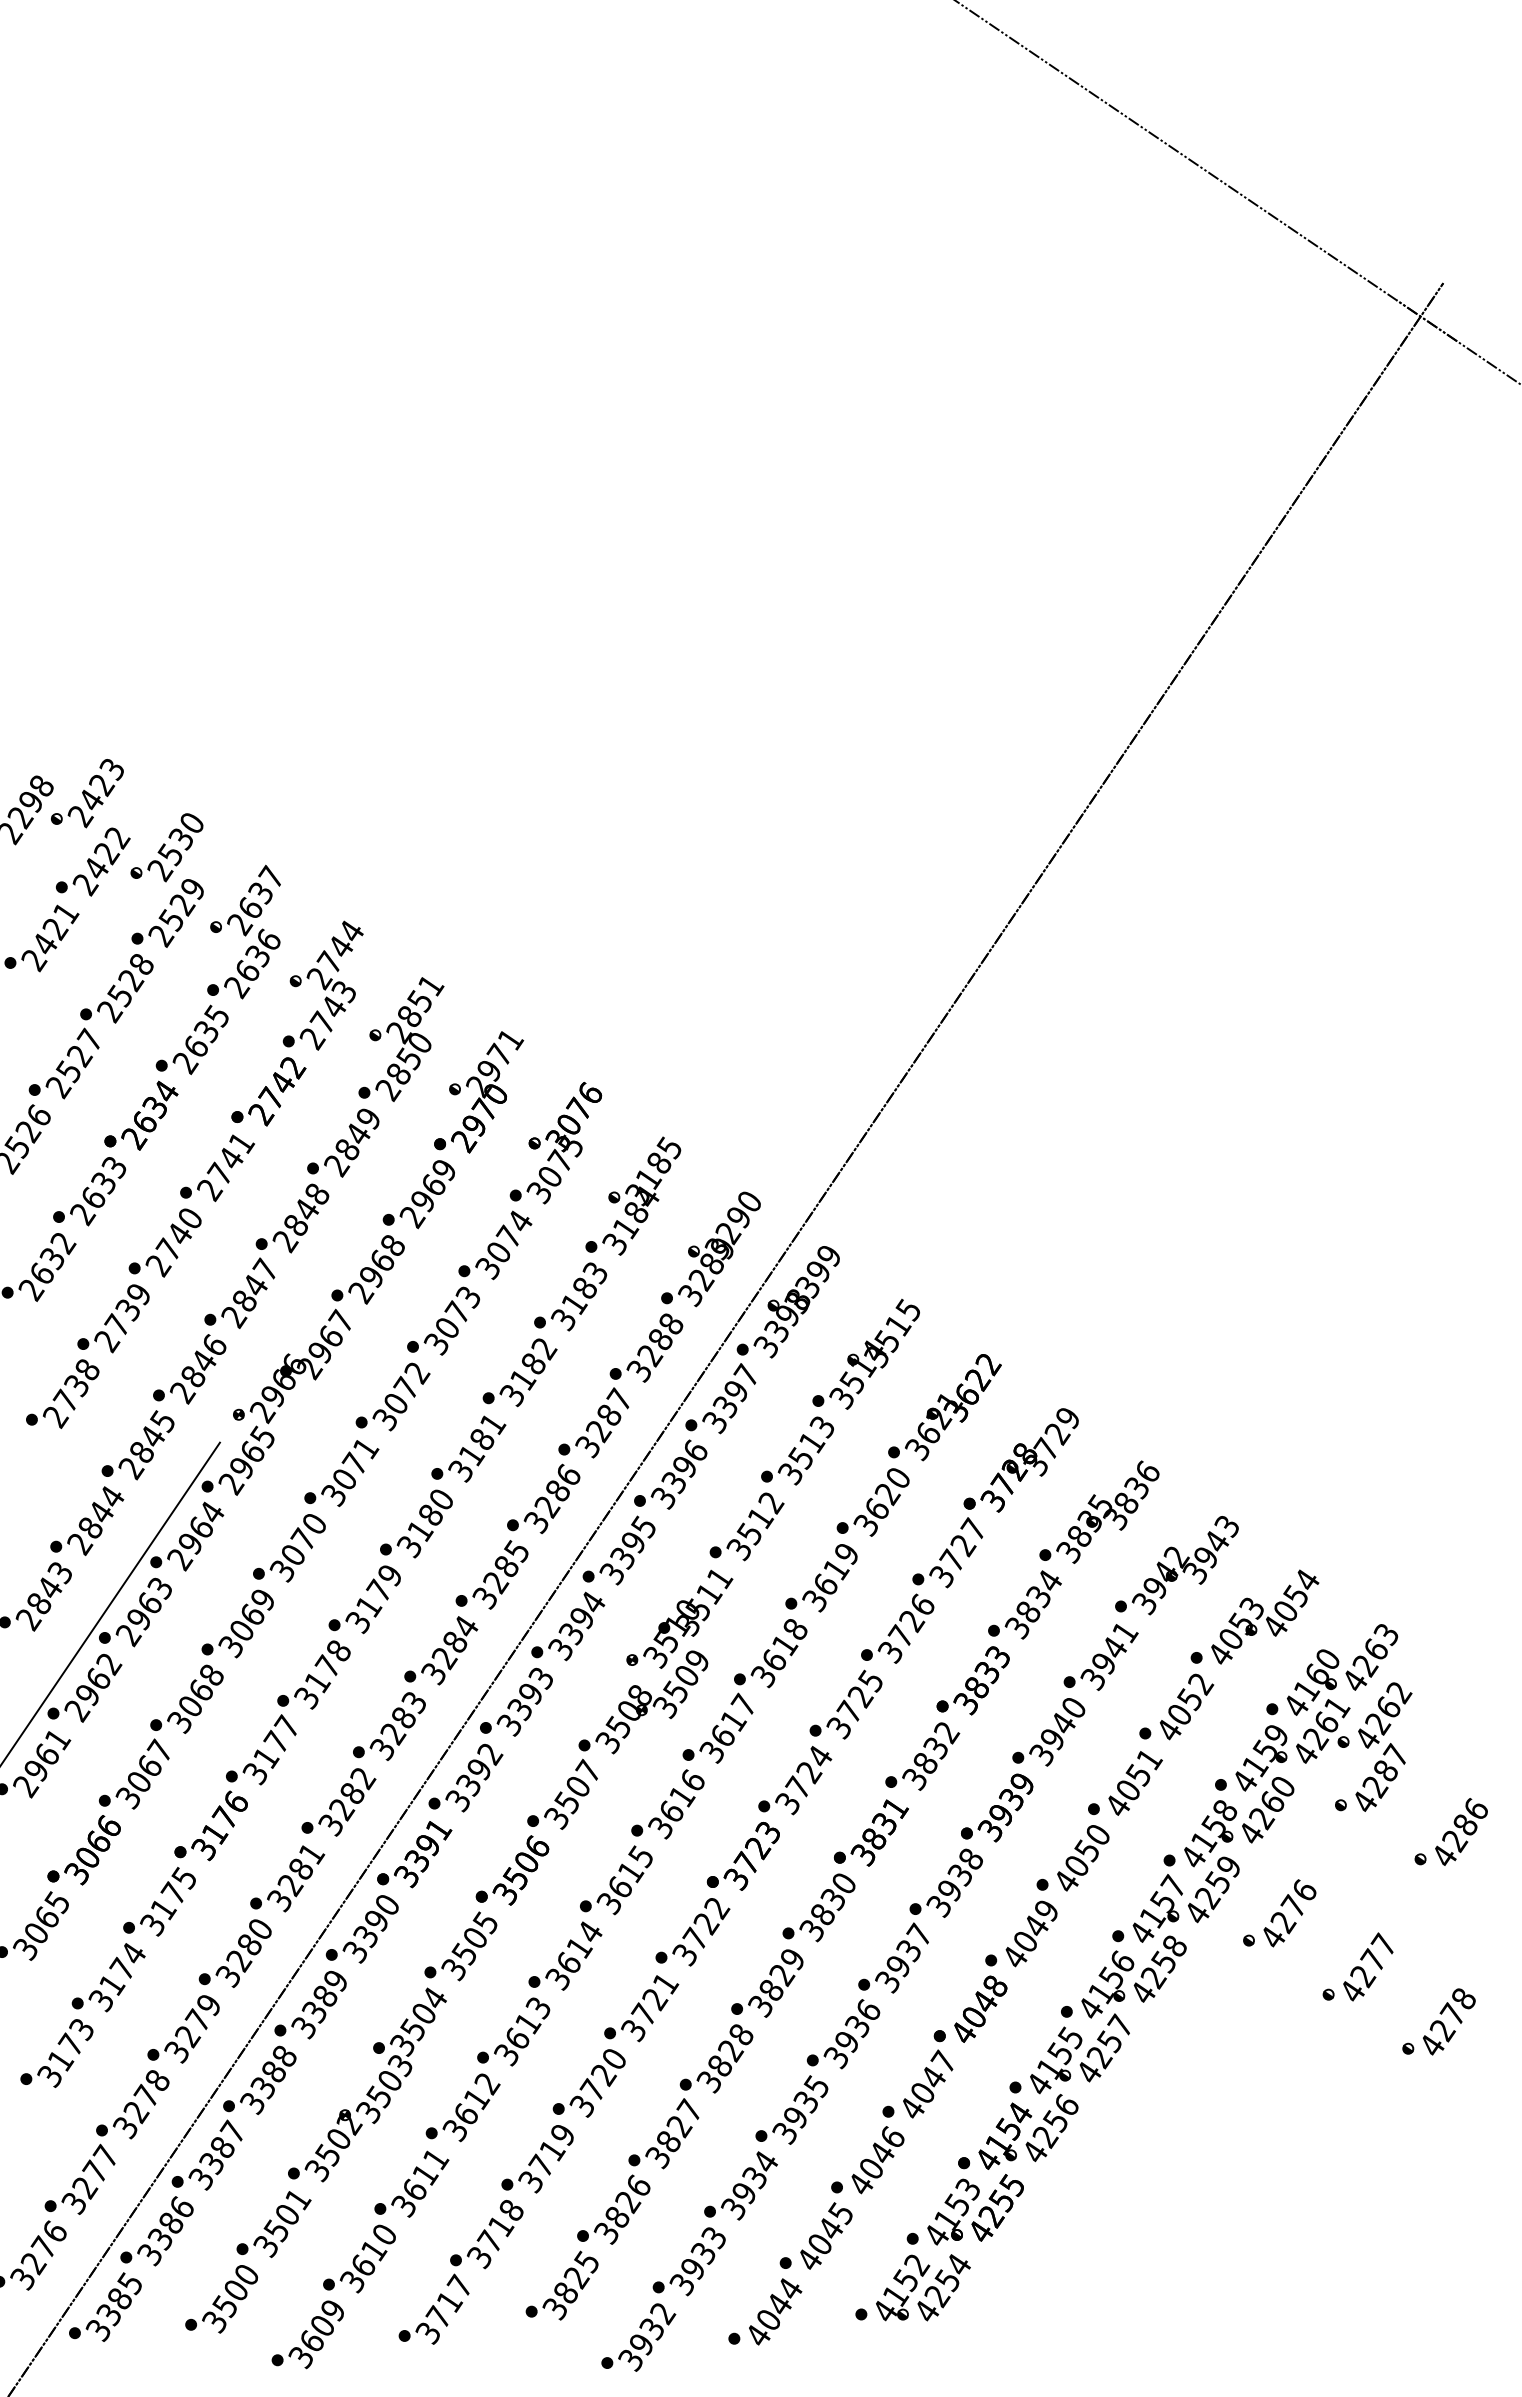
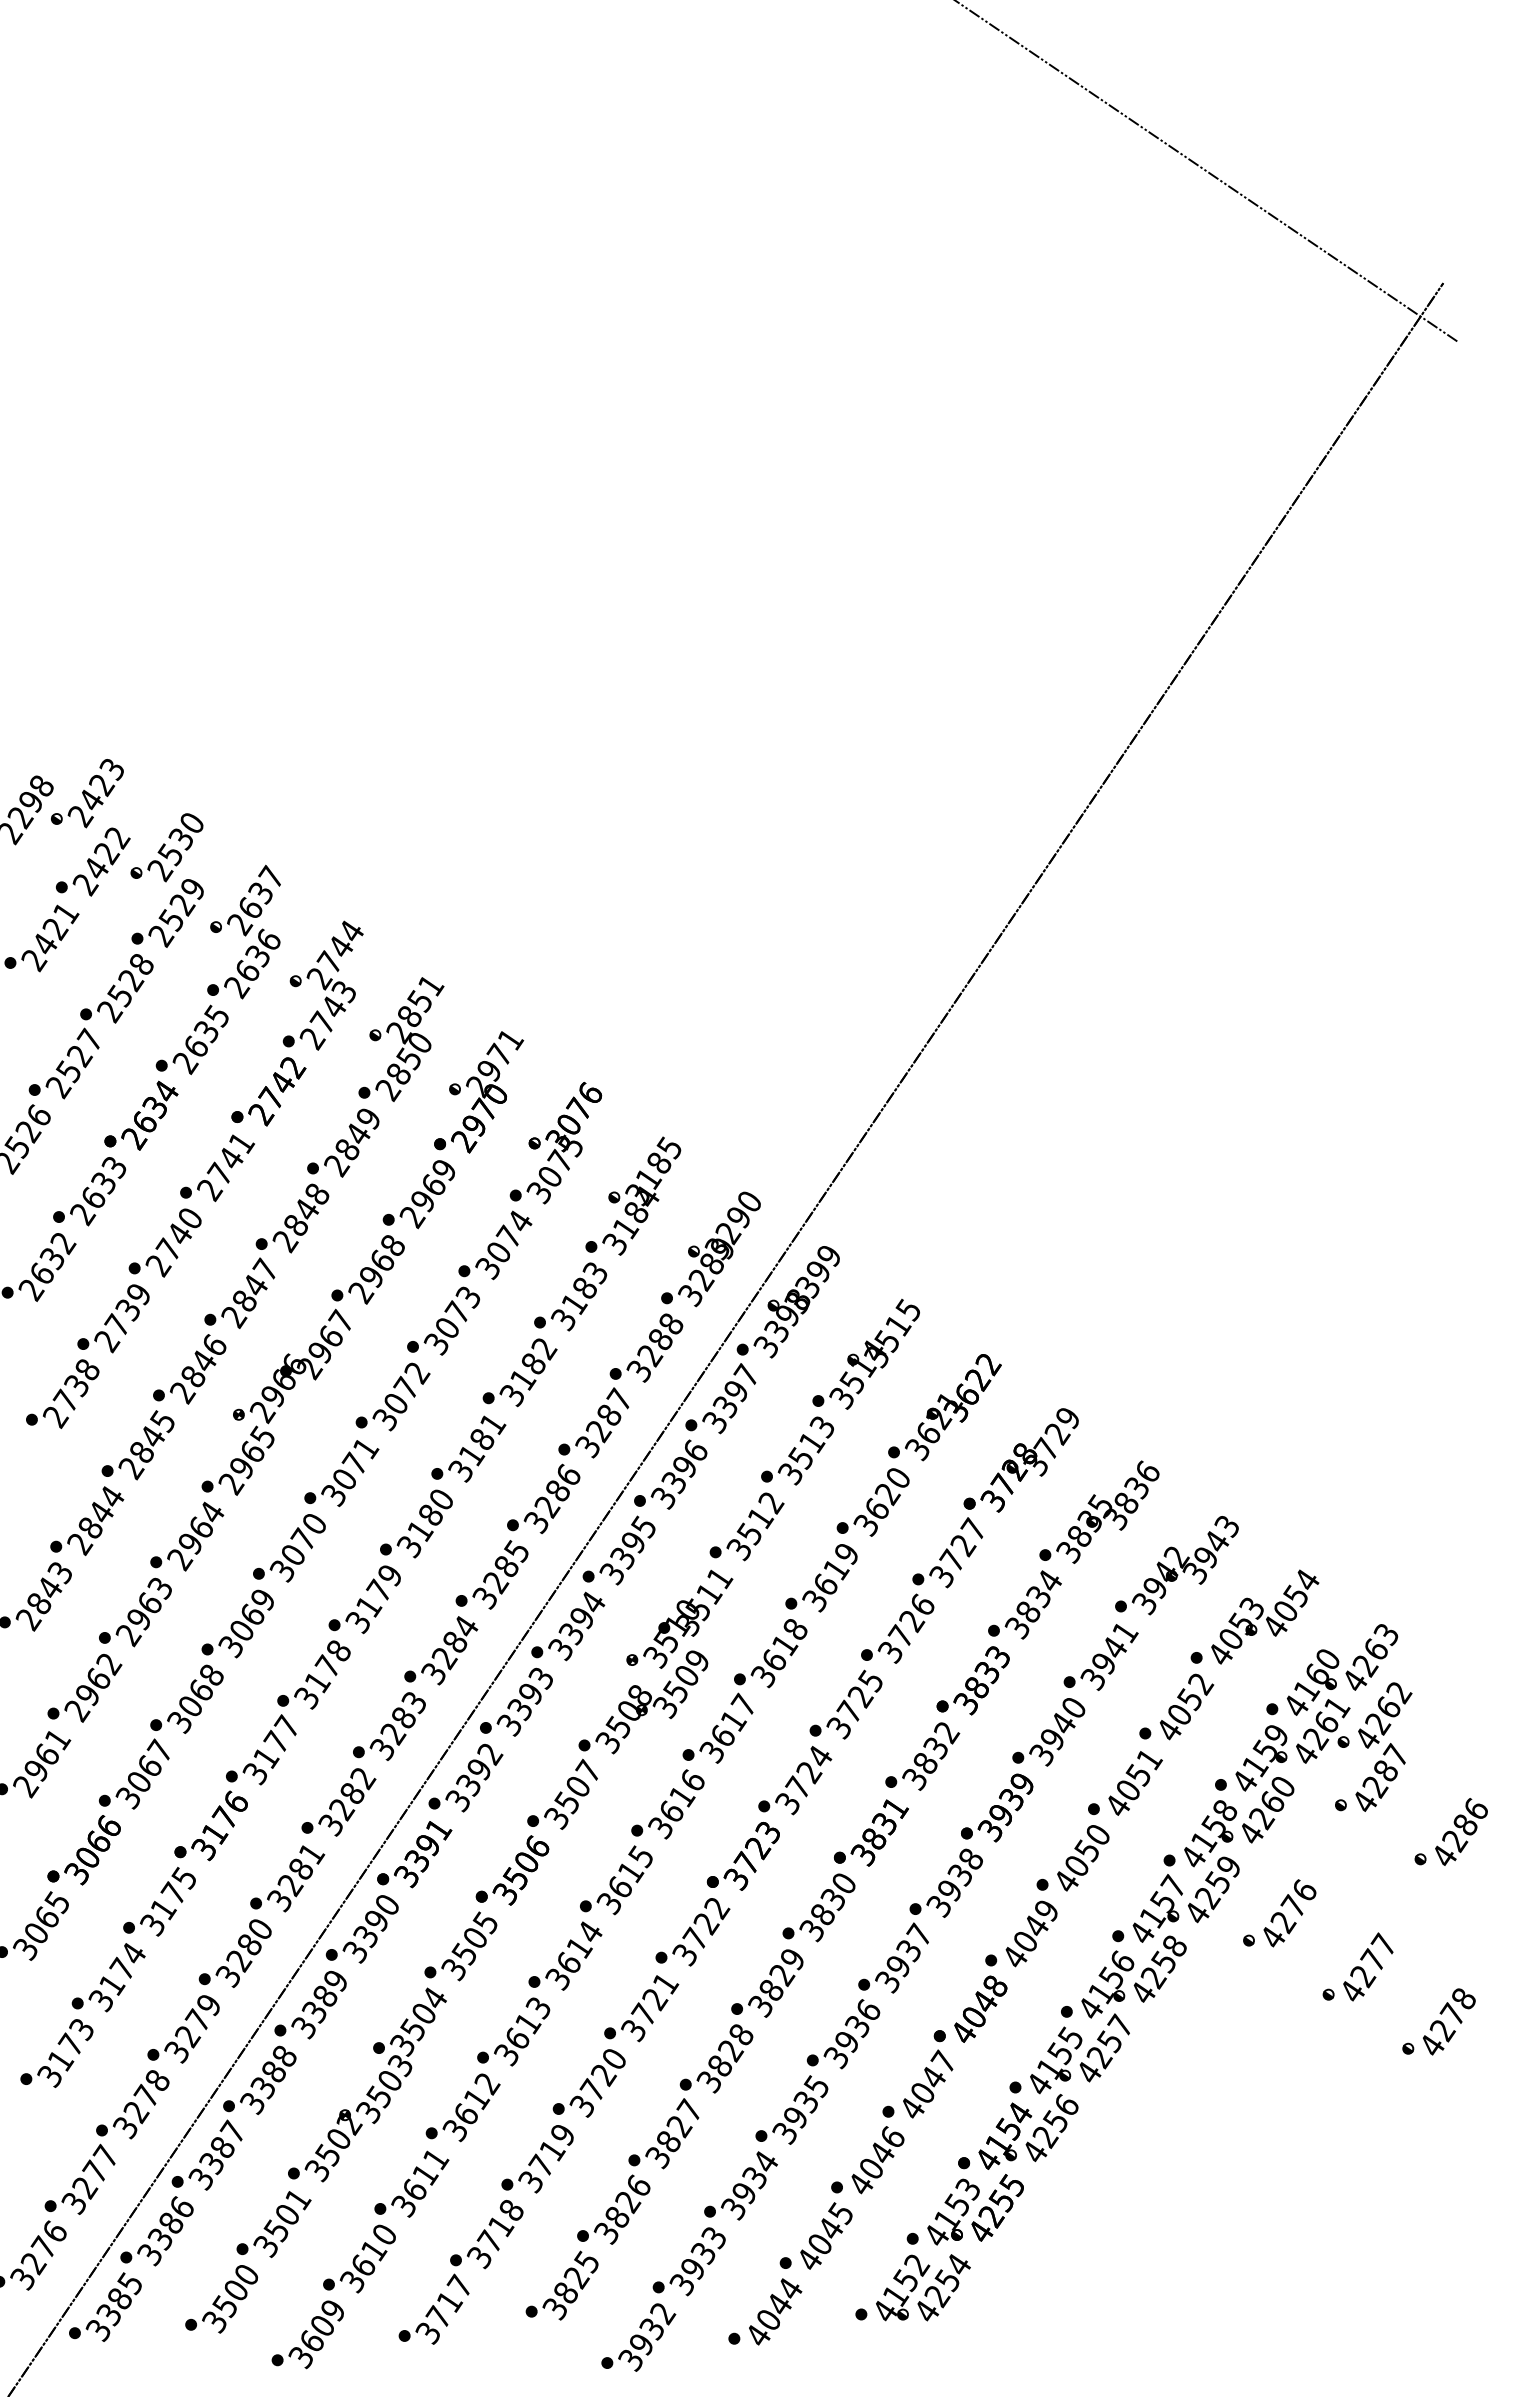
line at (1457, 341): present -> none
line at (110, 1602): present -> none
